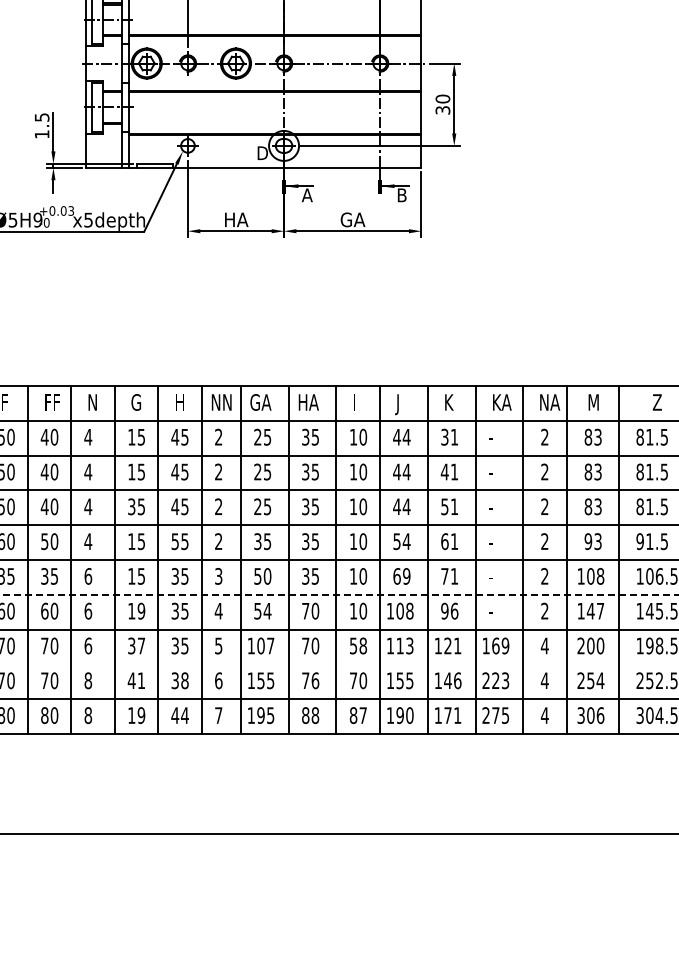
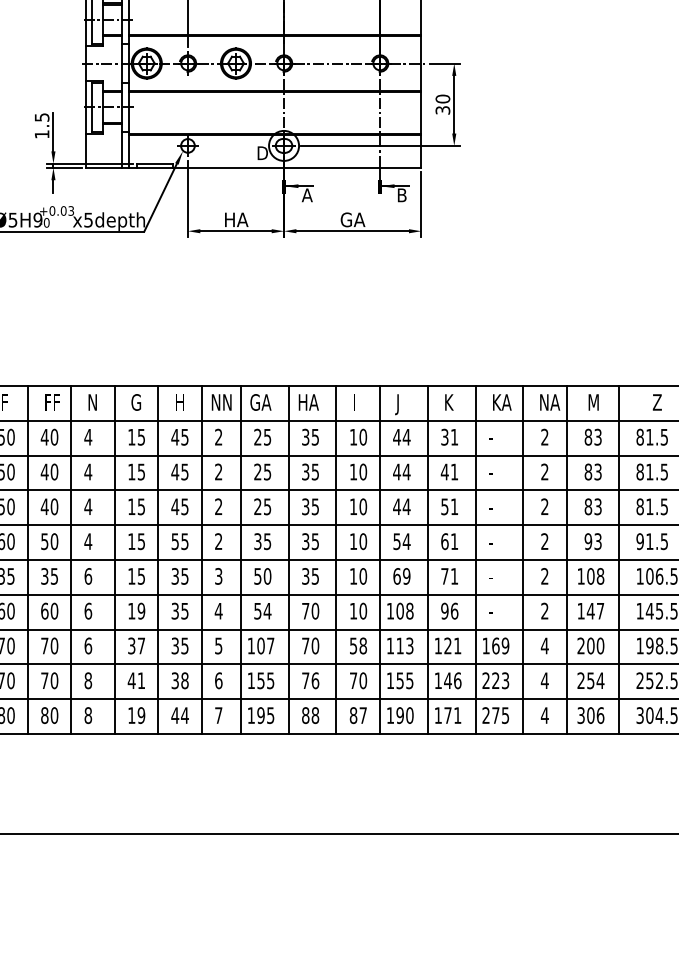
text at (131, 506): 35 -> 15
line at (339, 594): dashed -> solid
line at (338, 664): none -> present
